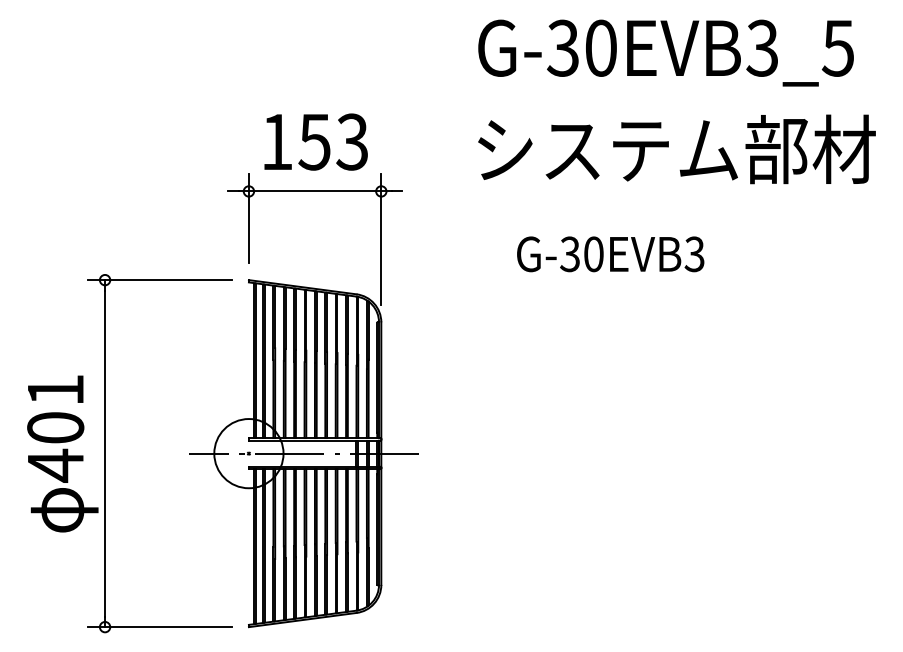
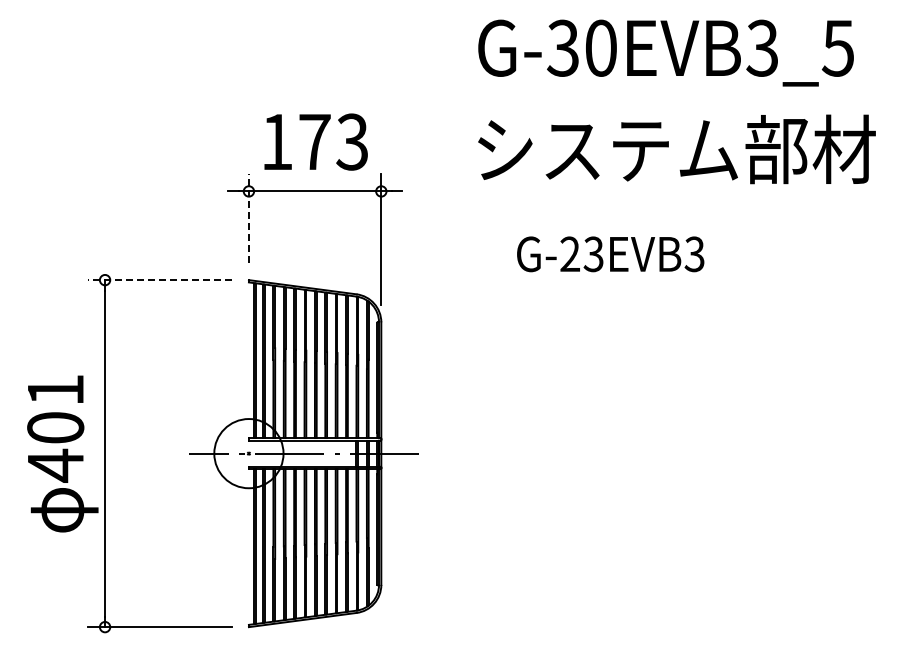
text at (314, 142): 153 -> 173
line at (248, 217): solid -> dashed
text at (581, 254): G-30EVB3 -> G-23EVB3
line at (159, 280): solid -> dashed
